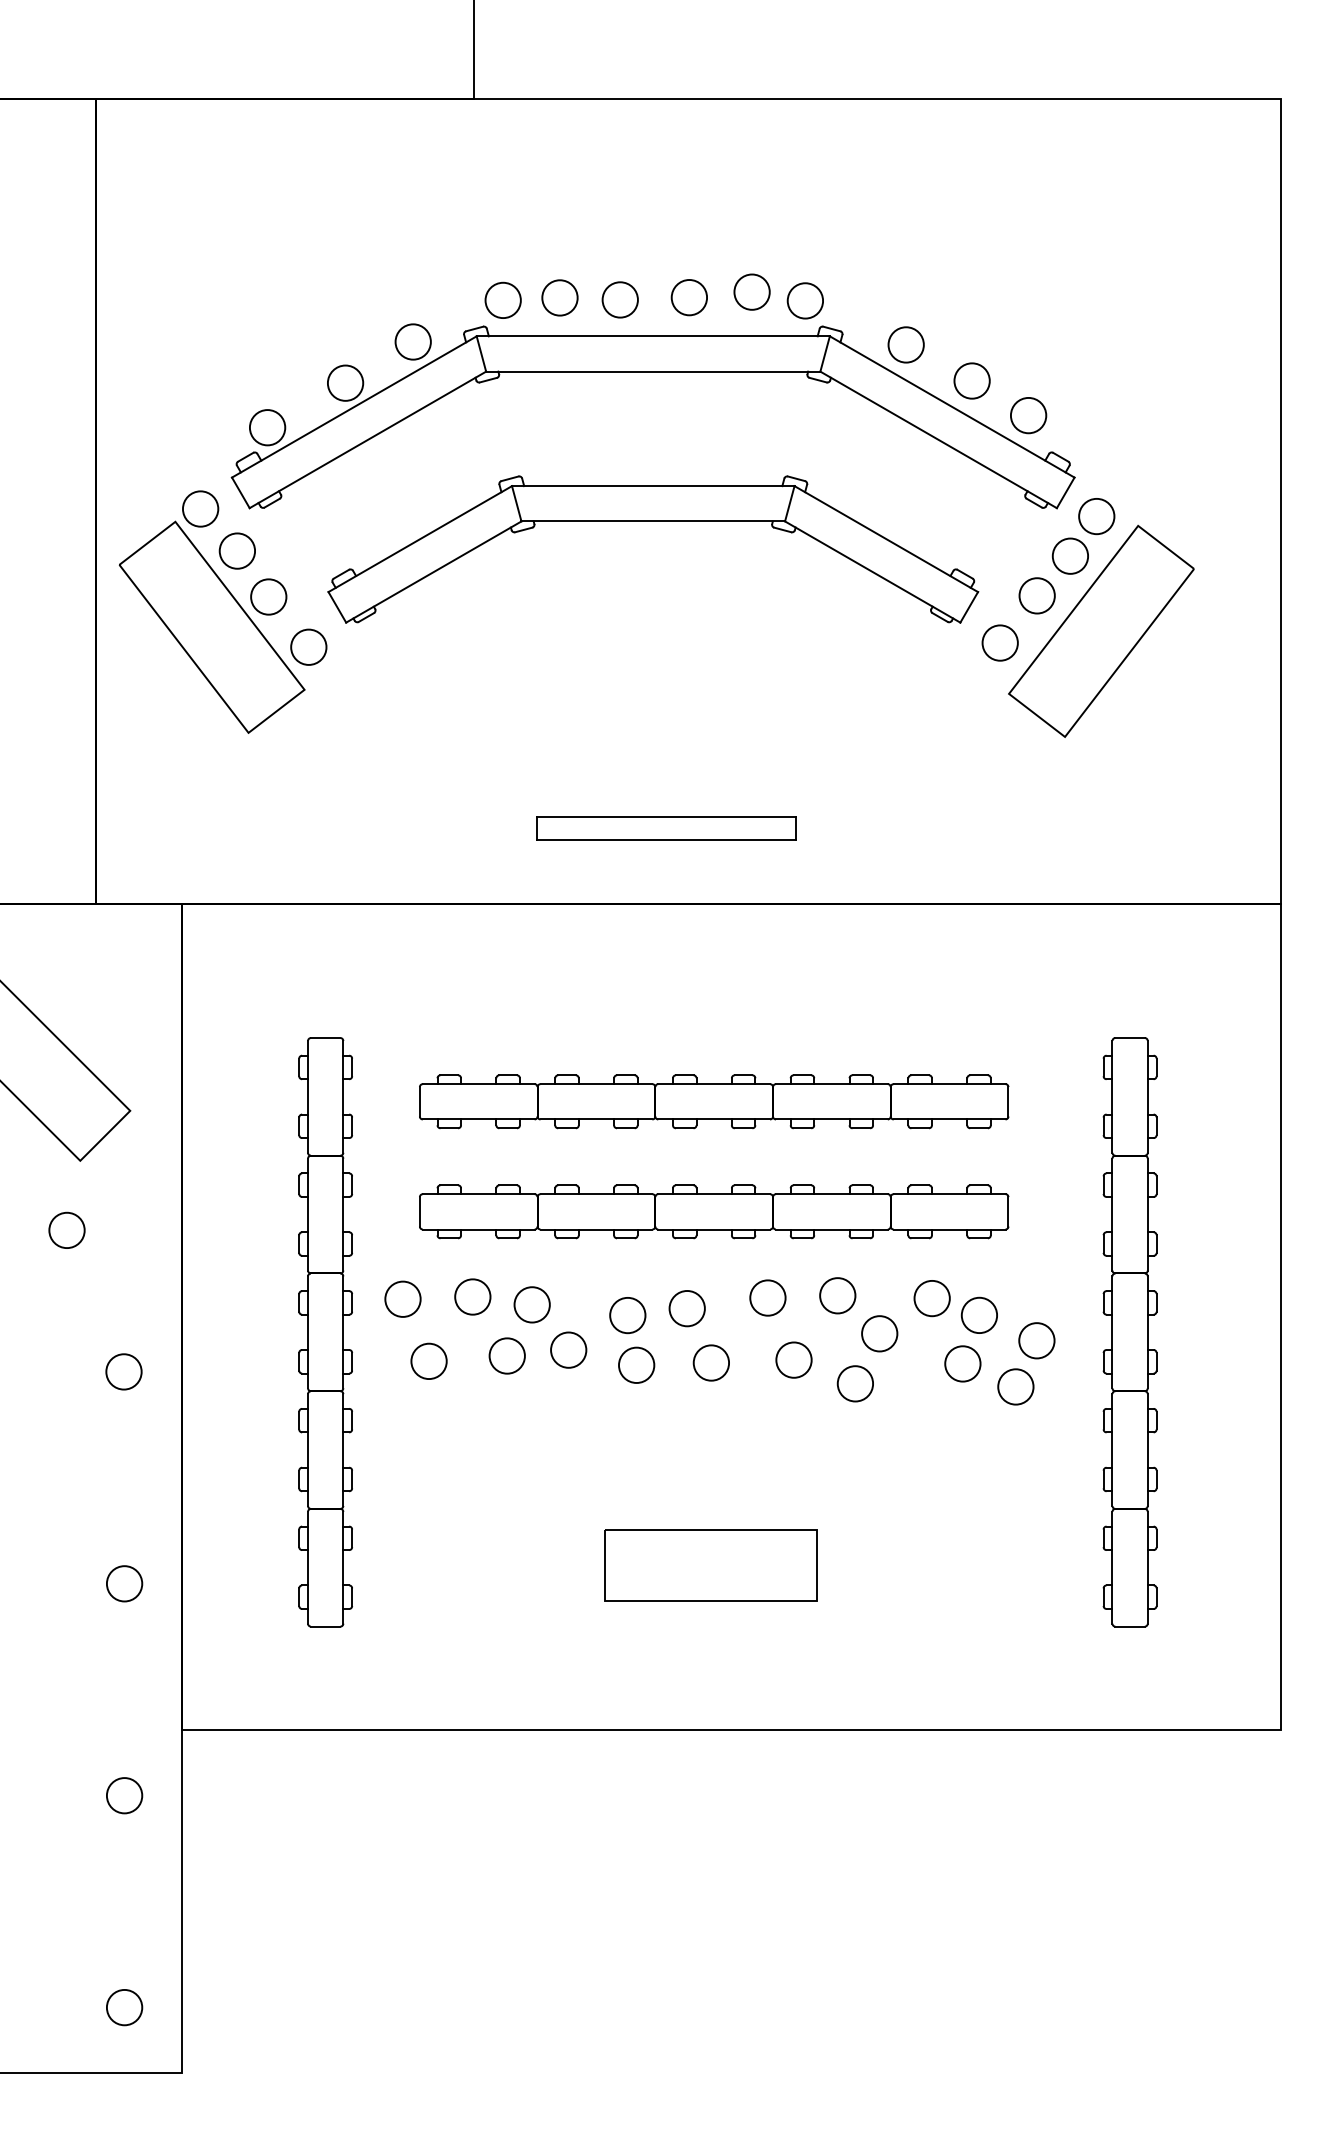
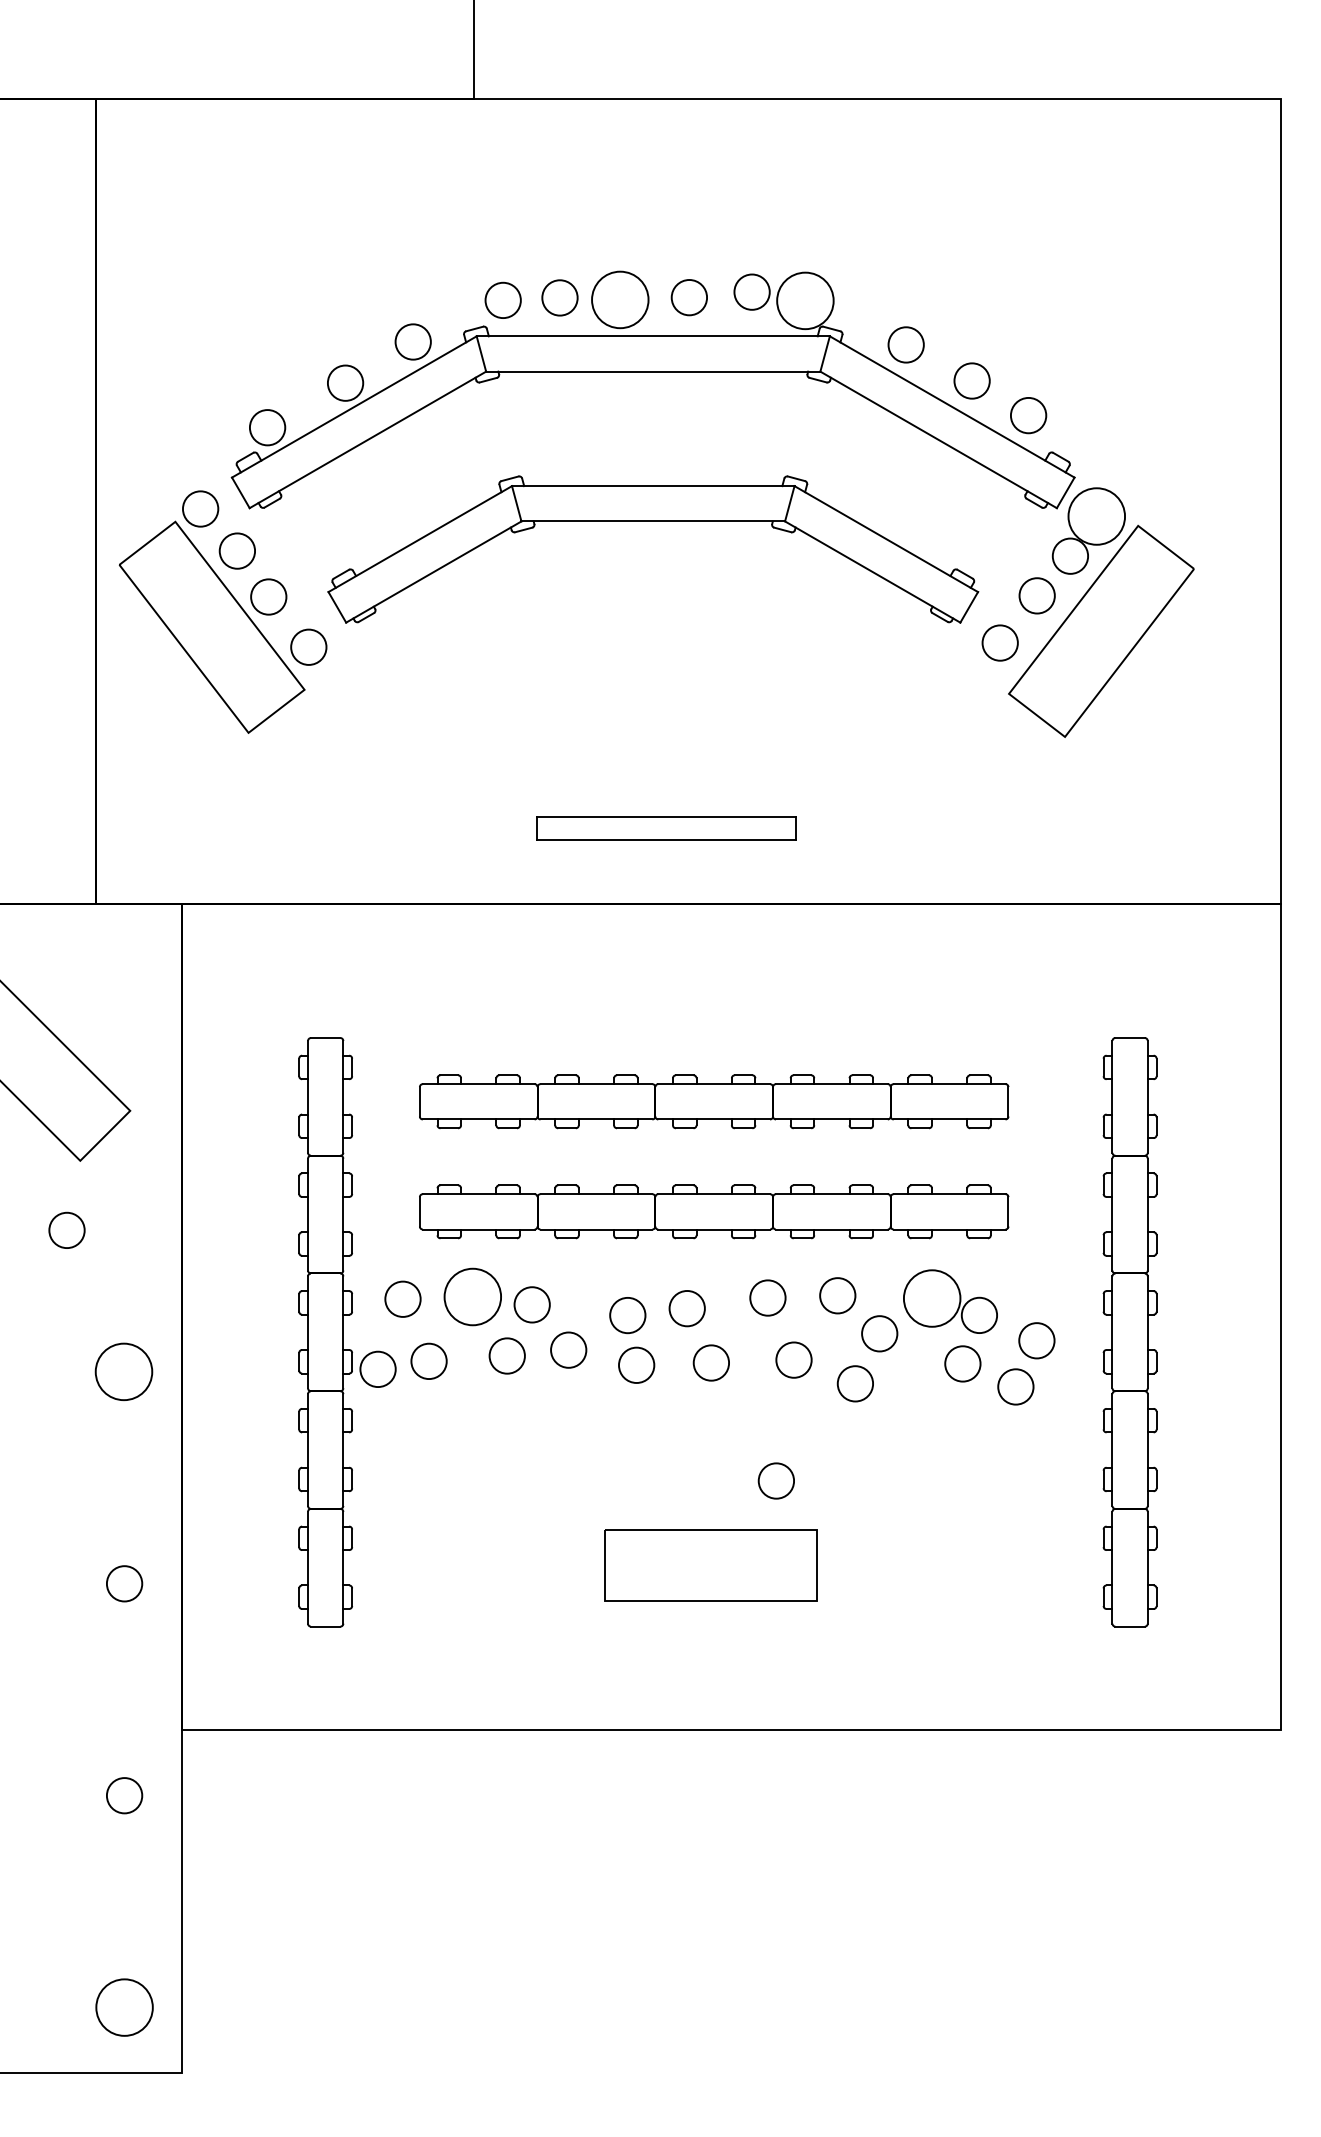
circle at (619, 299) diameter: 35 px -> 57 px
circle at (805, 300) diameter: 35 px -> 57 px
circle at (1096, 516) diameter: 35 px -> 57 px
circle at (472, 1296) diameter: 35 px -> 57 px
circle at (931, 1298) diameter: 35 px -> 57 px
circle at (377, 1368): none -> present
circle at (123, 1371) diameter: 35 px -> 57 px
circle at (775, 1480): none -> present
circle at (124, 2007) diameter: 35 px -> 57 px
